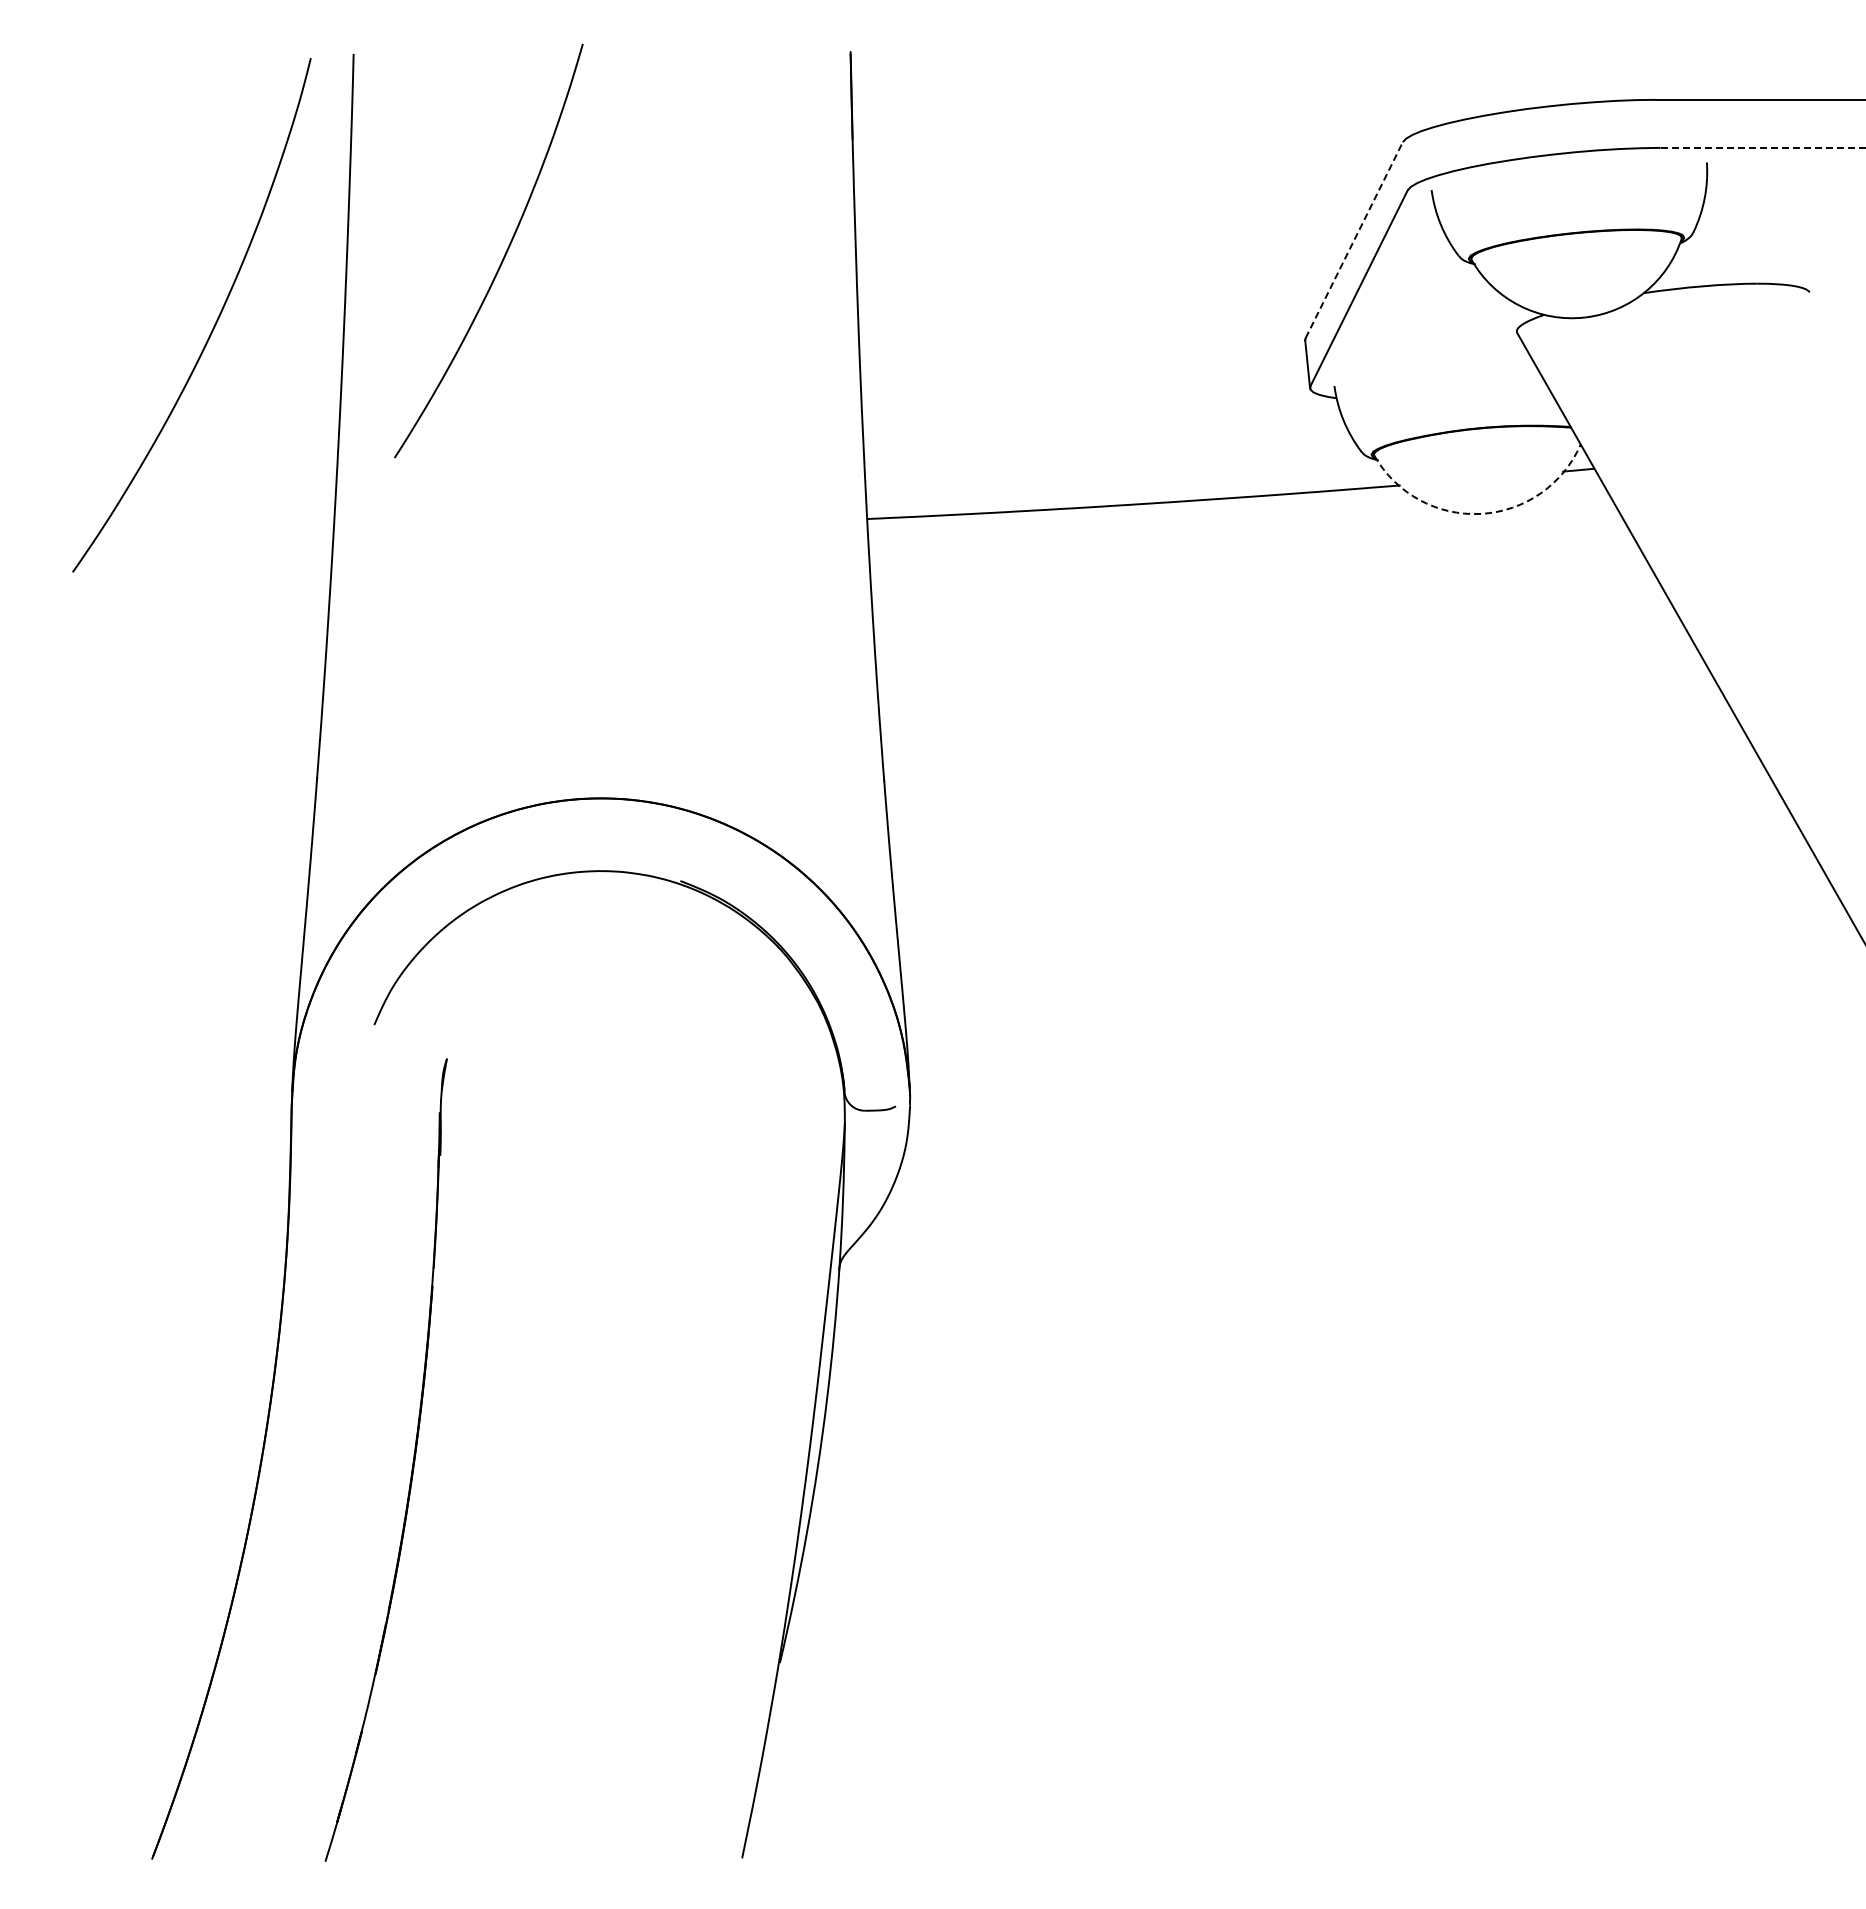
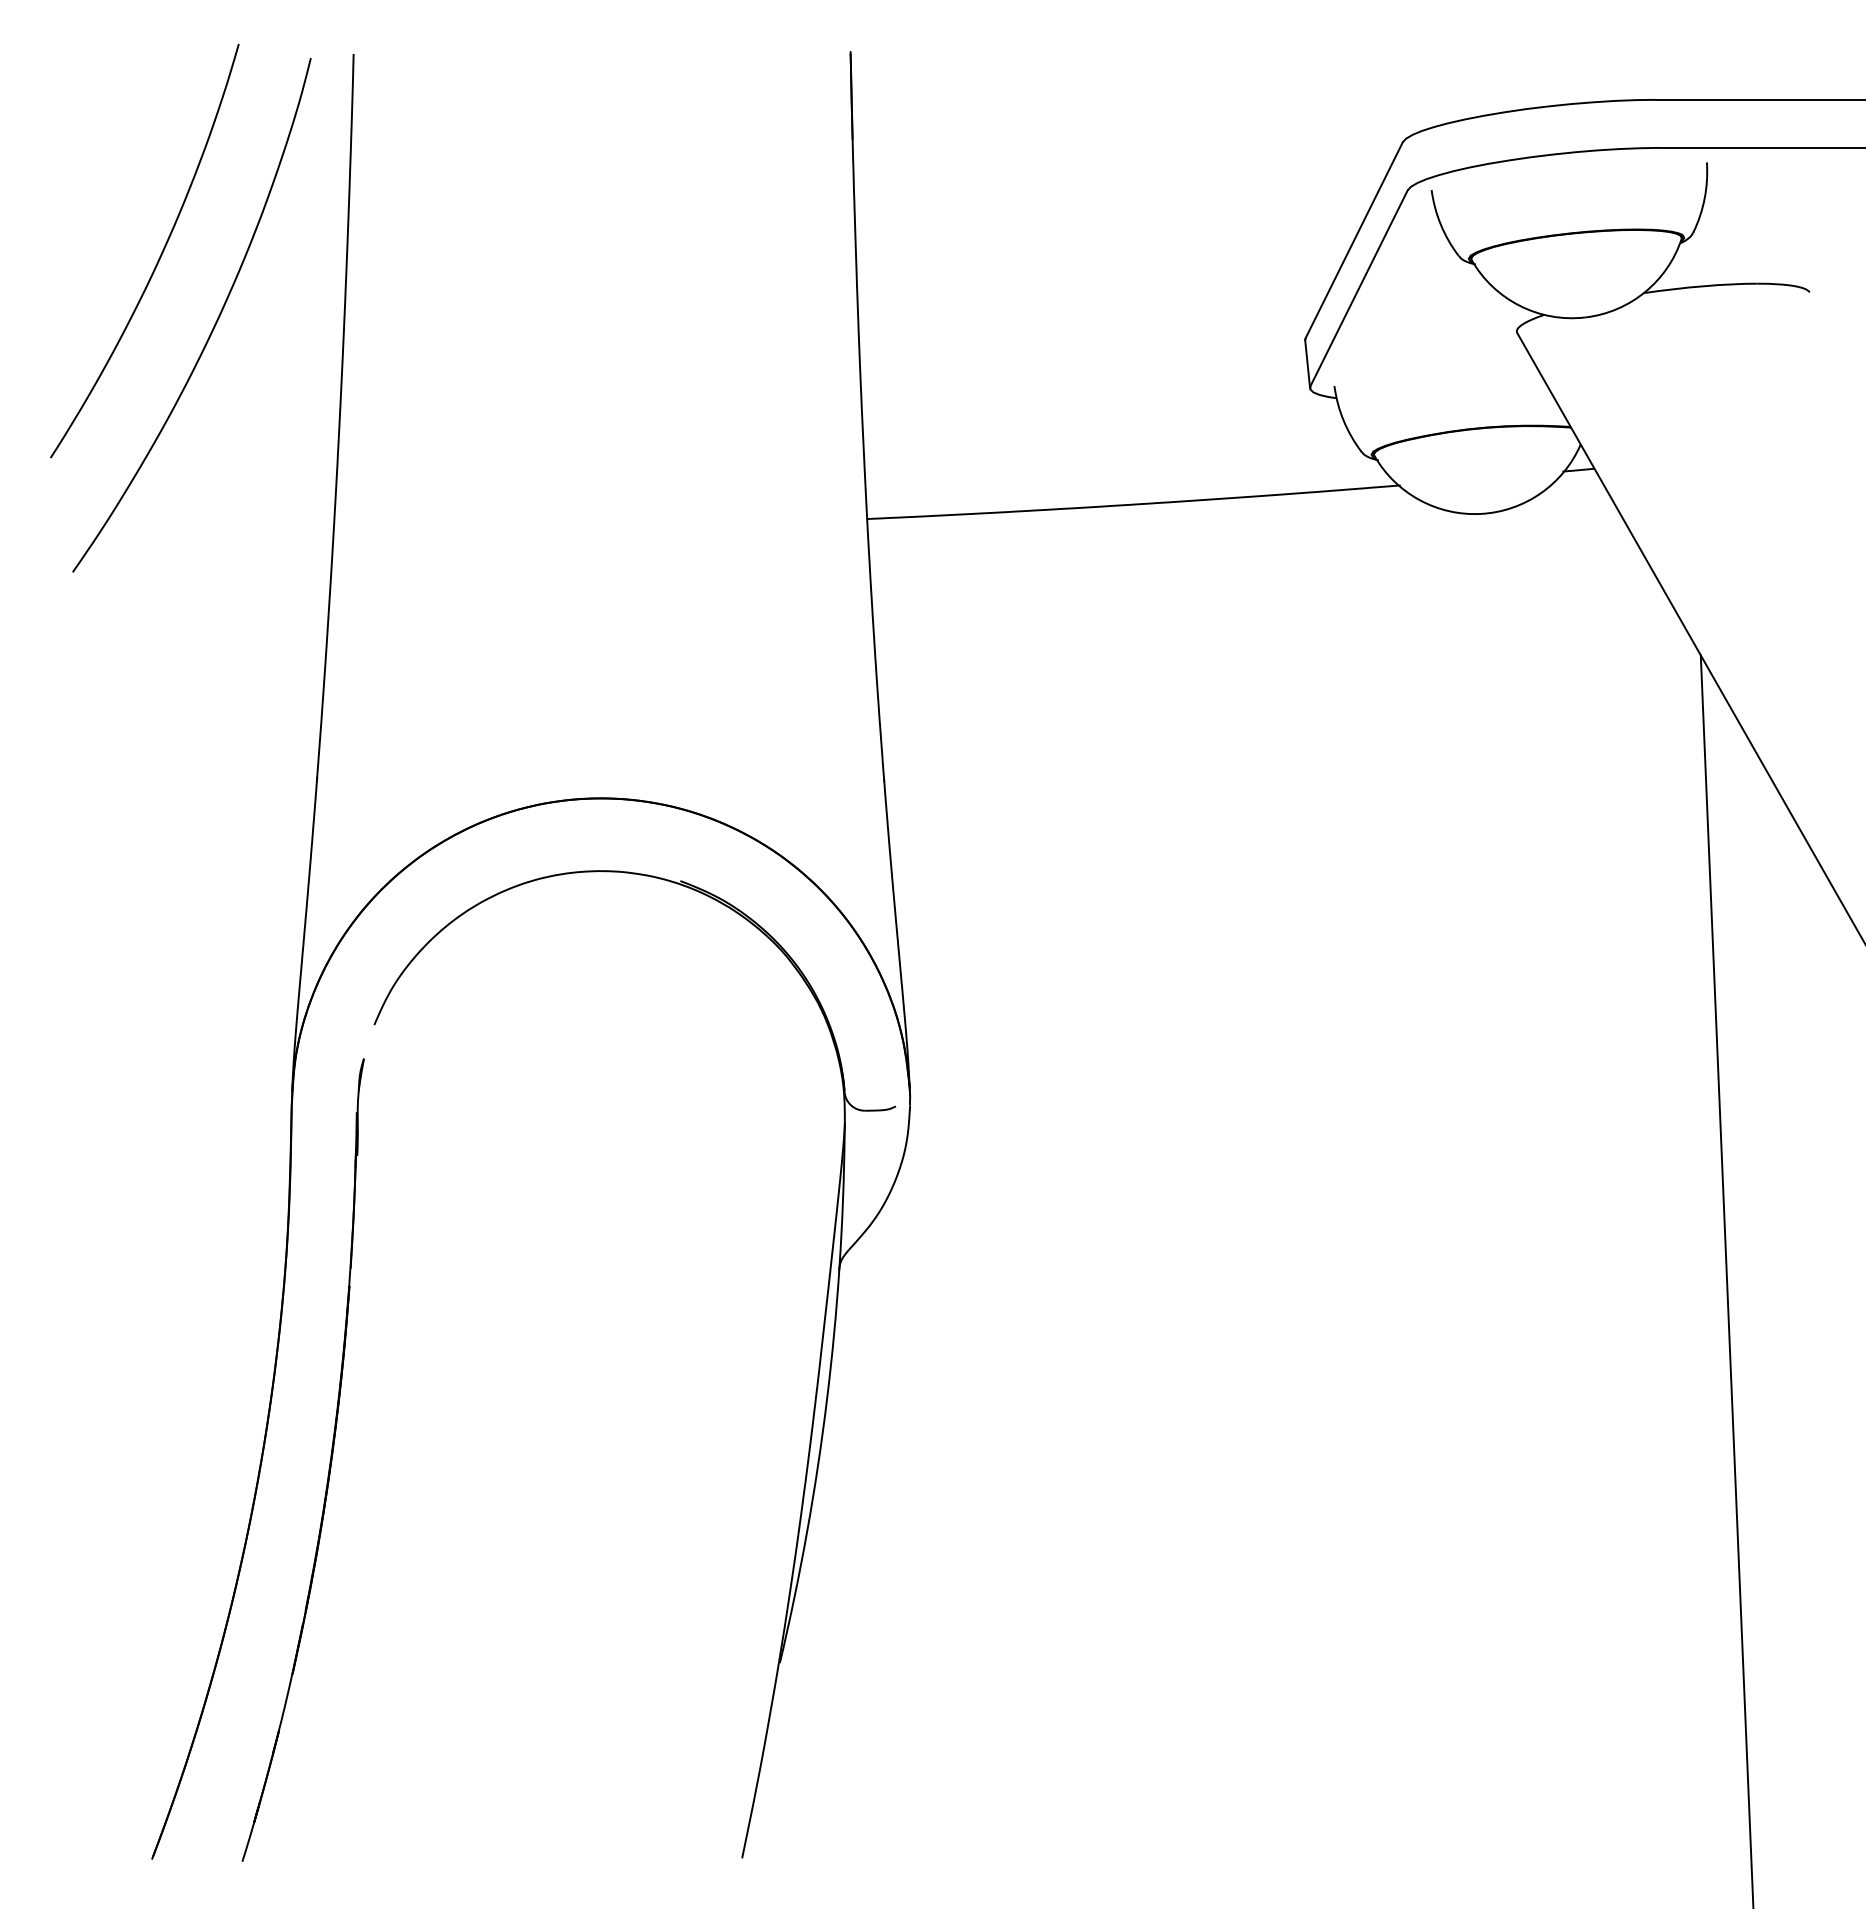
line at (1763, 147): dashed -> solid
line at (1354, 239): dashed -> solid
curve at (502, 258) position: (502, 258) -> (158, 258)
arc at (1481, 513): dashed -> solid
line at (1726, 1280): none -> present
part at (412, 1461) position: (412, 1461) -> (329, 1461)
